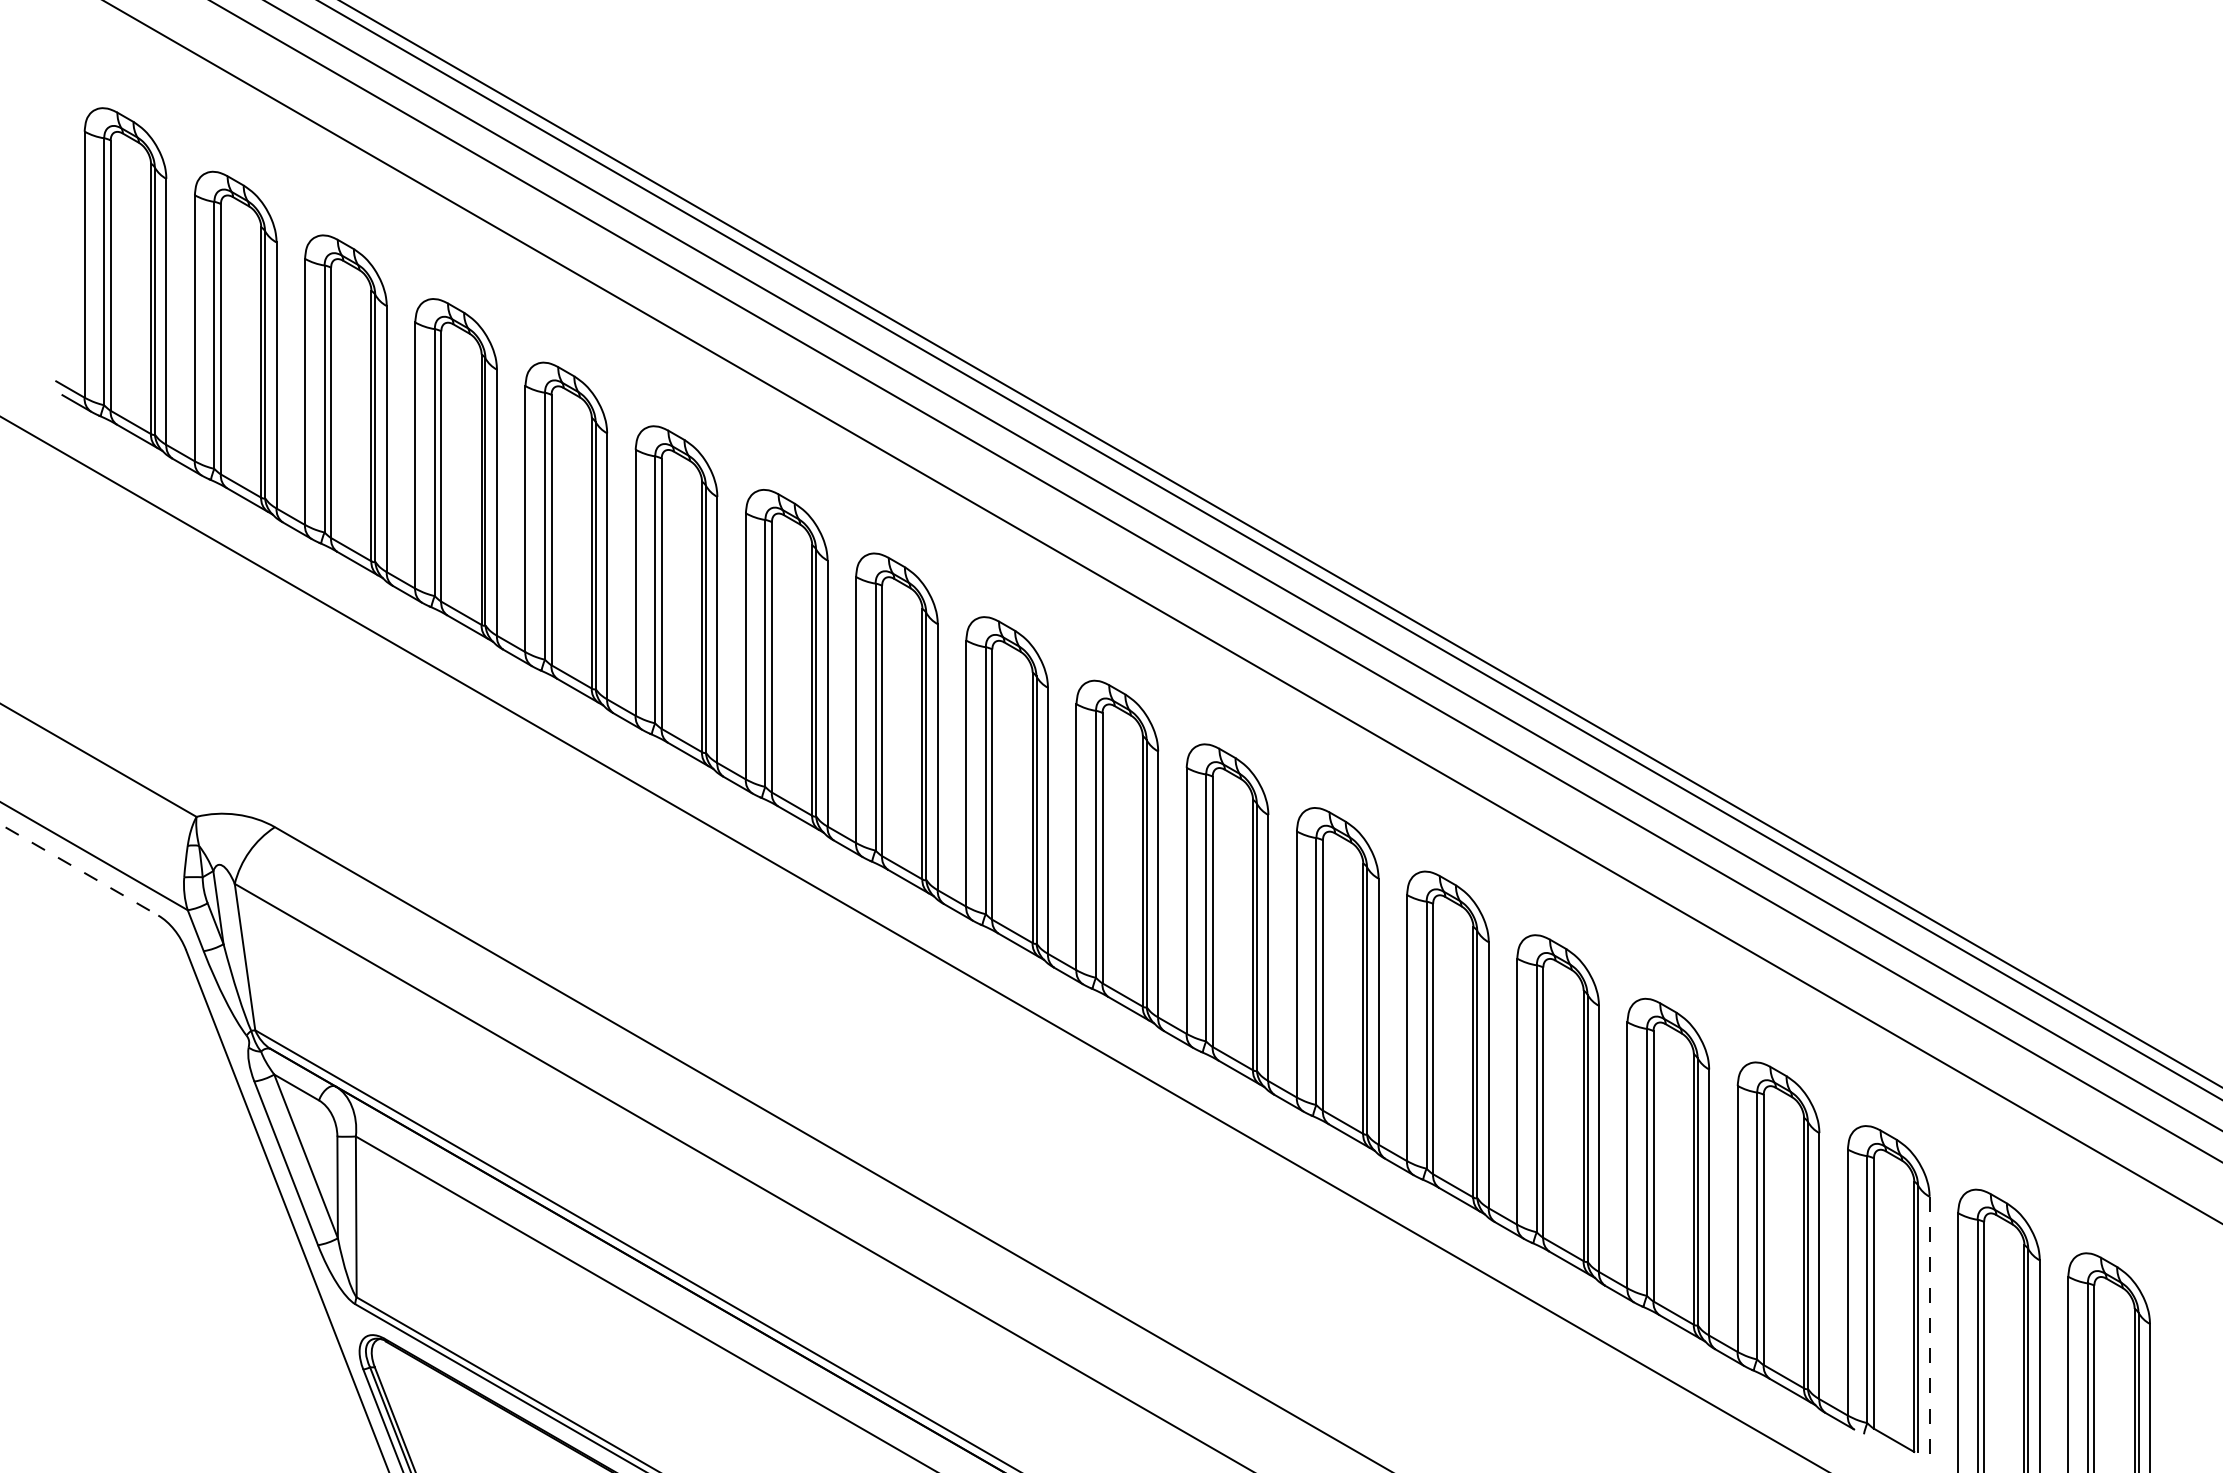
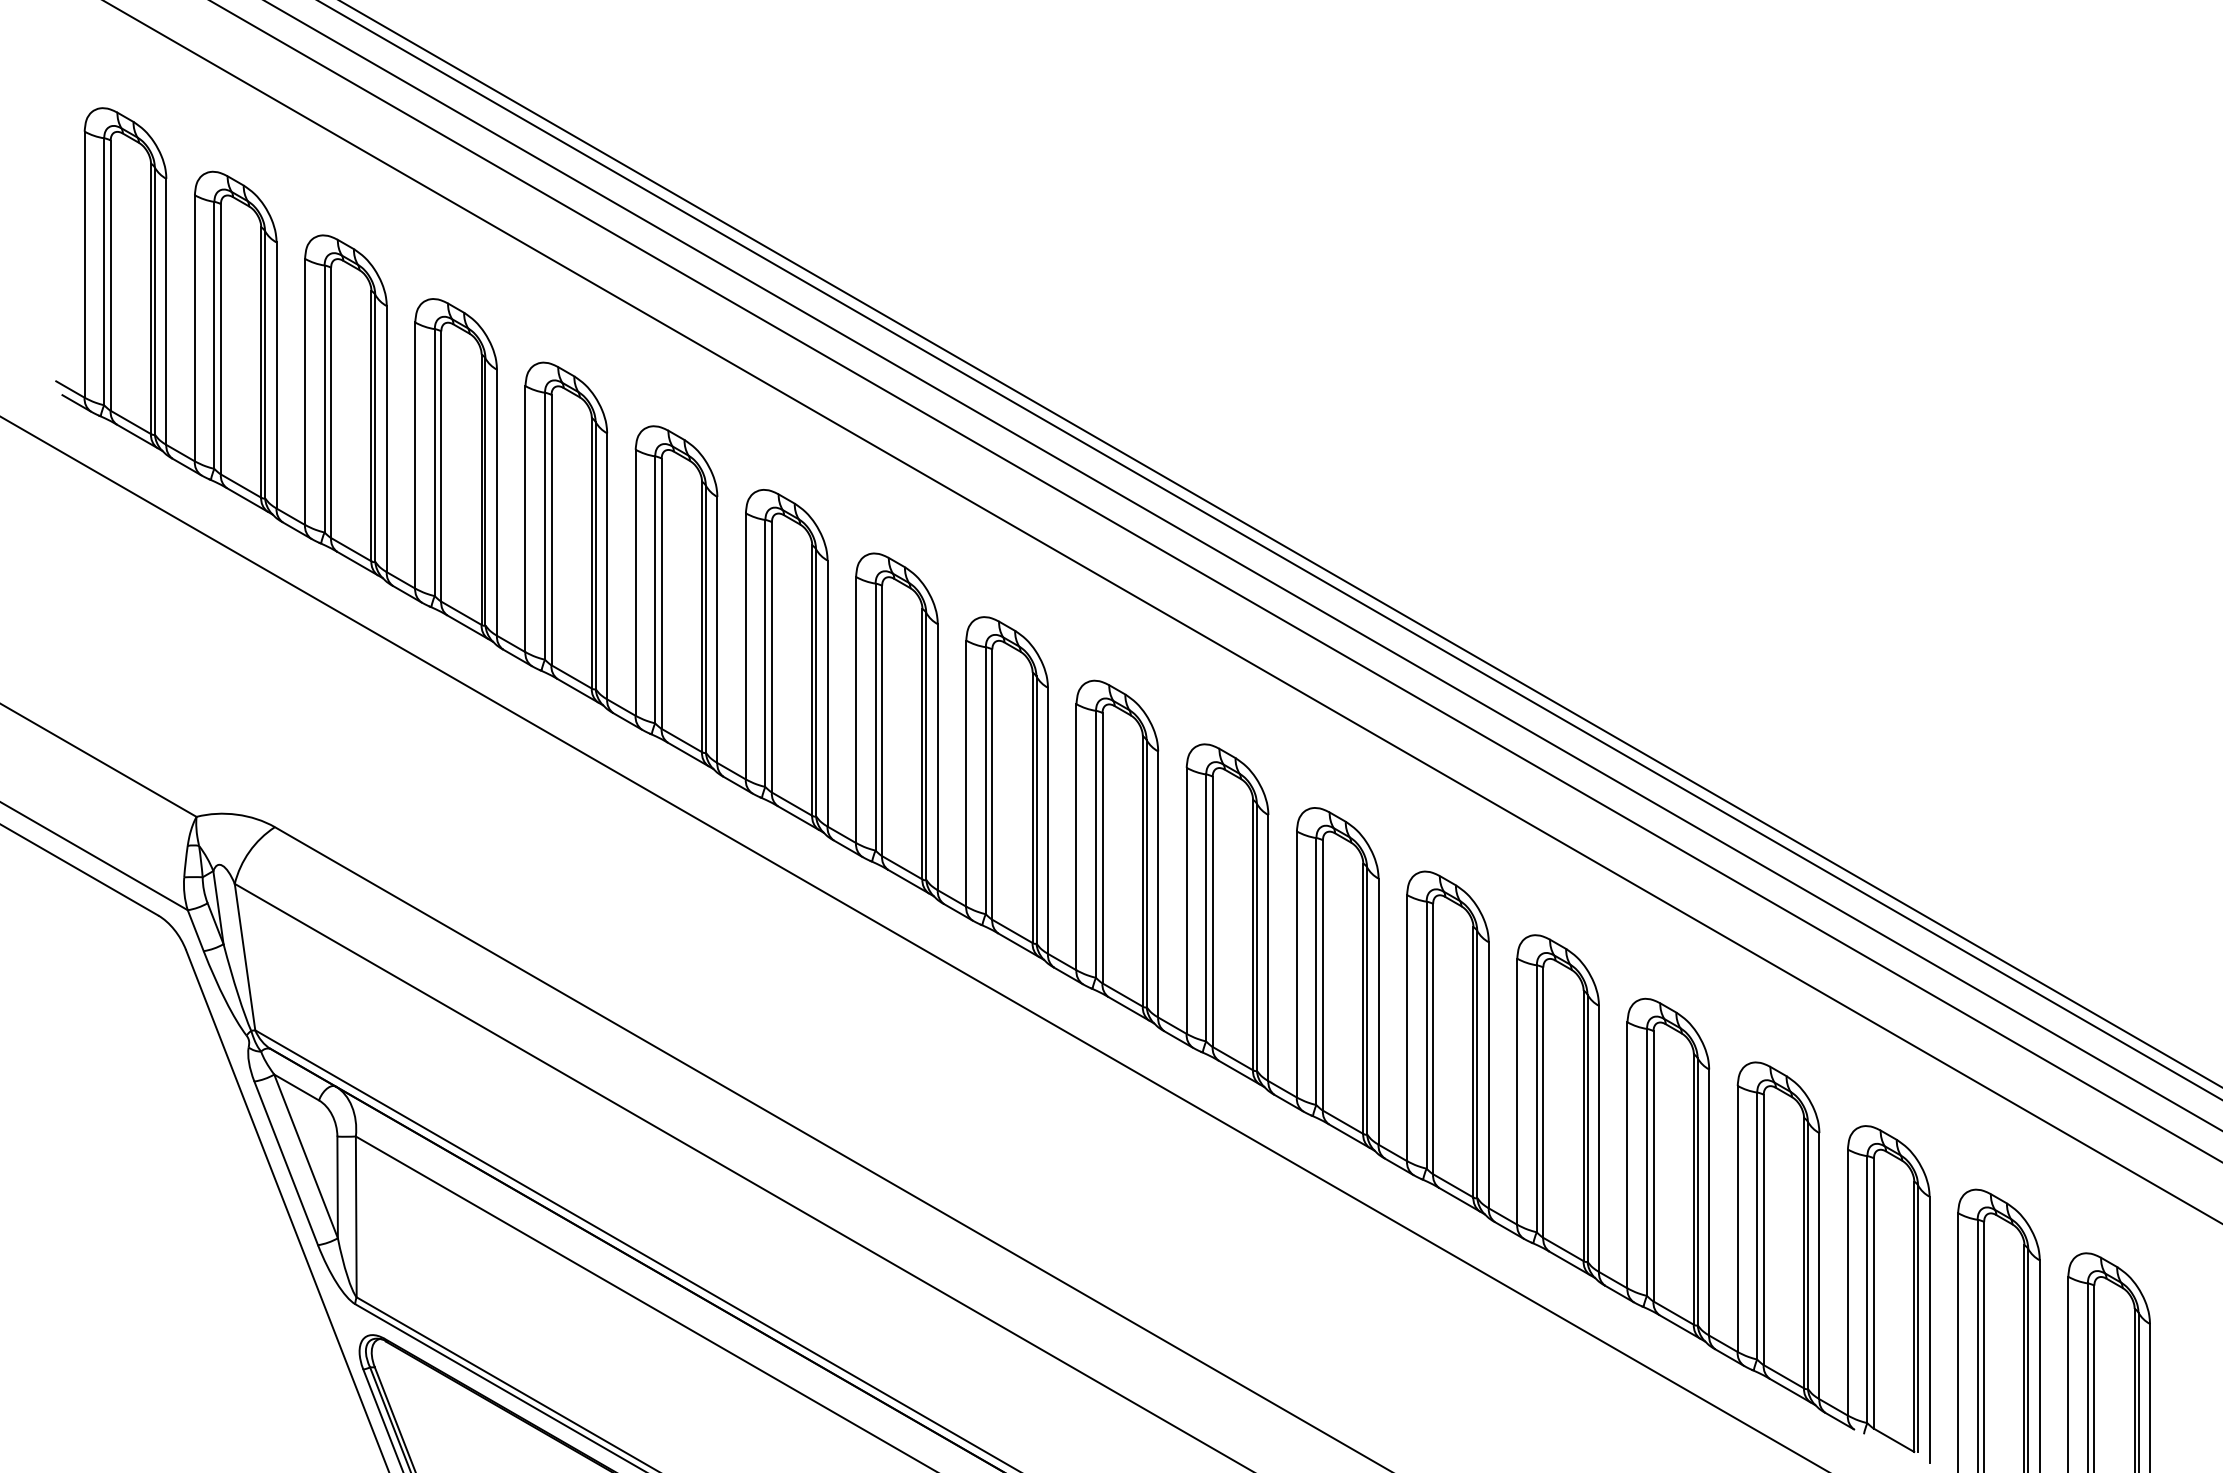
line at (79, 870): dashed -> solid
line at (1929, 1330): dashed -> solid
